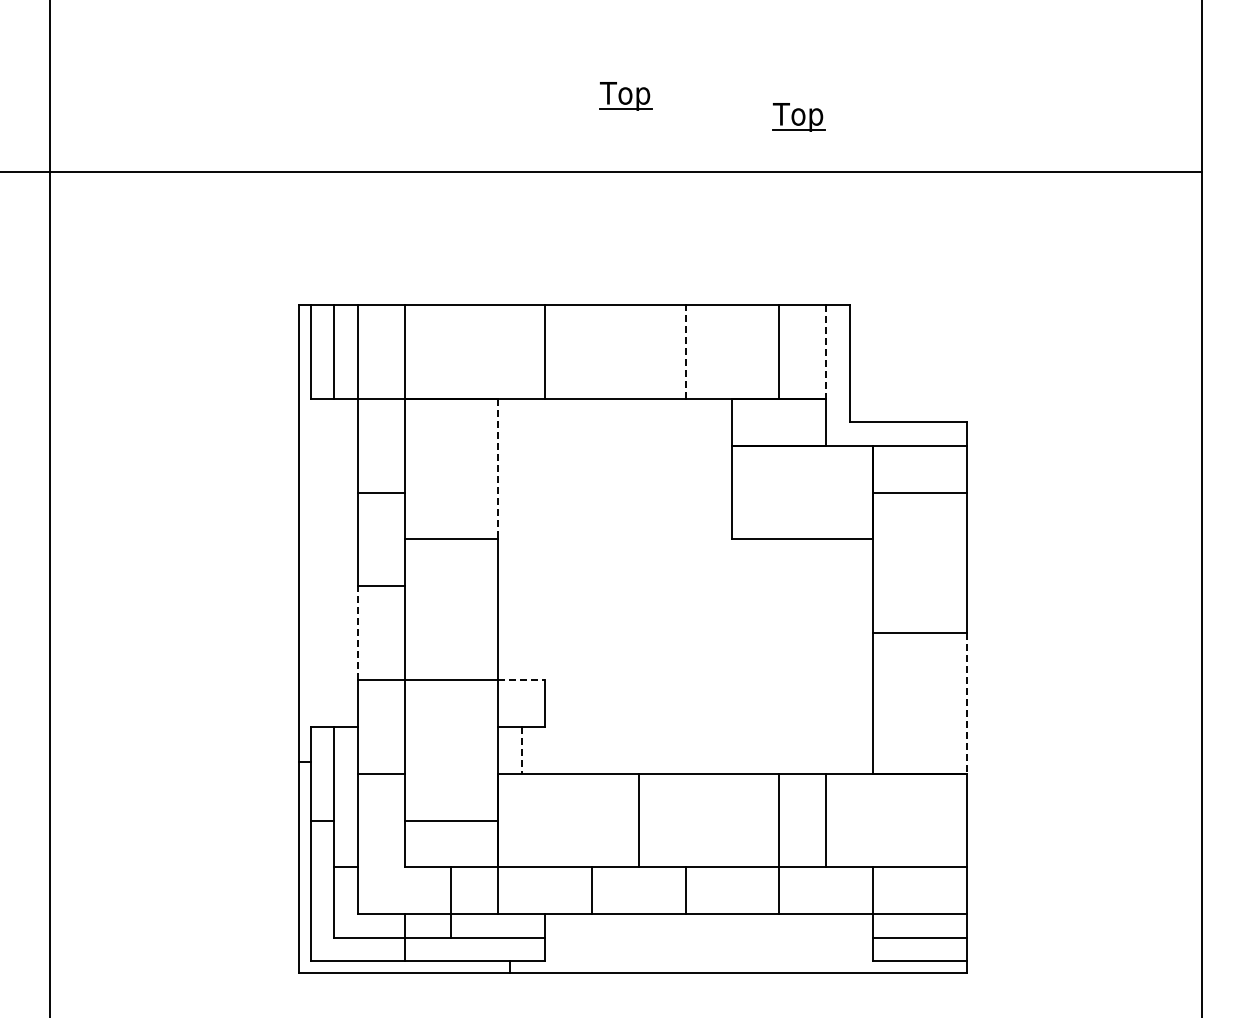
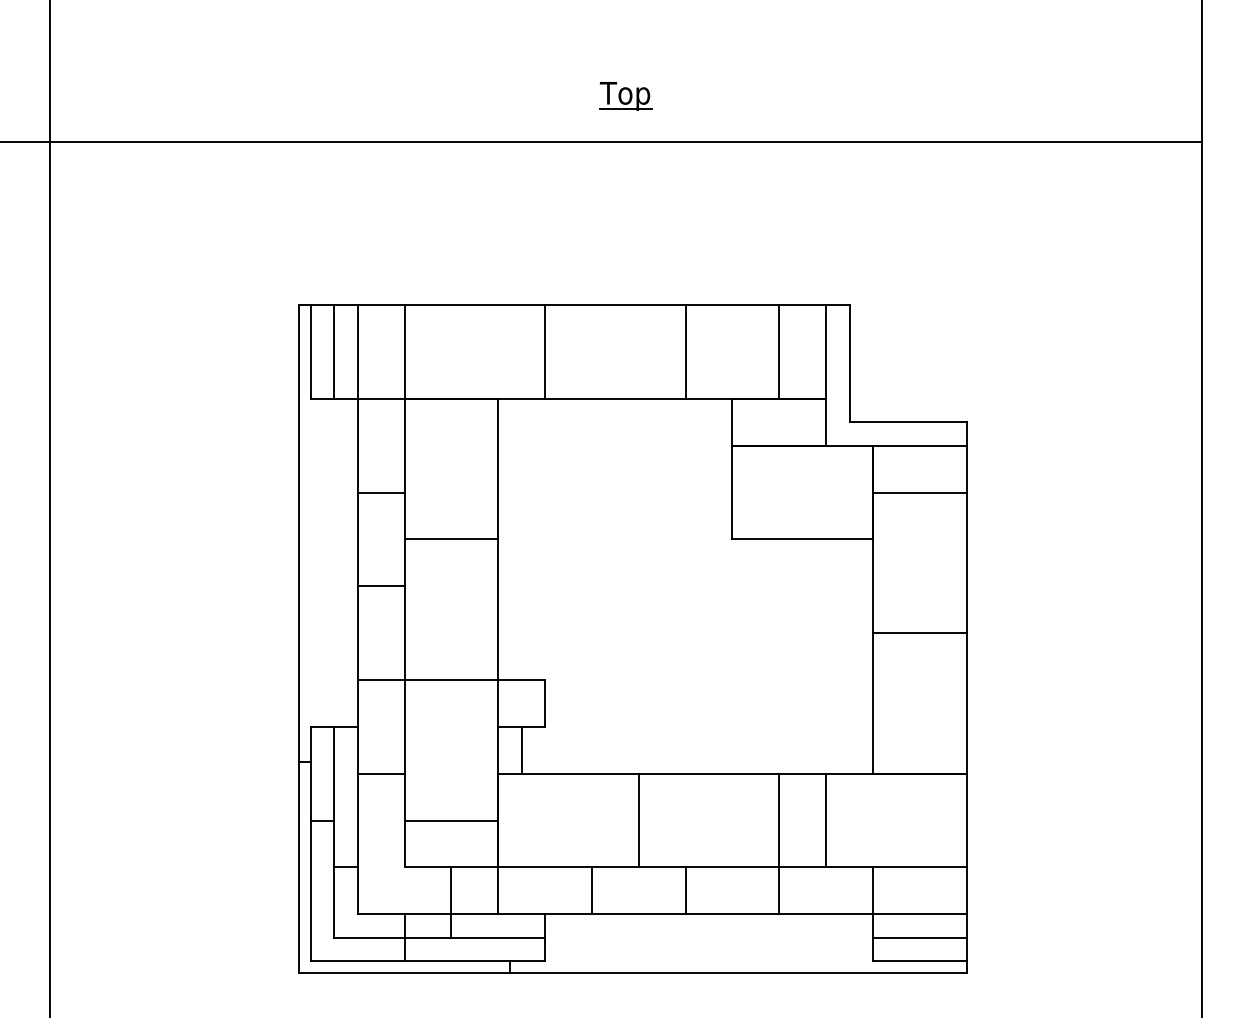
part at (798, 117): present -> none
line at (601, 171) position: (601, 171) -> (601, 141)
line at (685, 352): dashed -> solid
line at (826, 352): dashed -> solid
line at (498, 469): dashed -> solid
line at (357, 633): dashed -> solid
line at (522, 680): dashed -> solid
line at (966, 703): dashed -> solid
line at (521, 750): dashed -> solid
